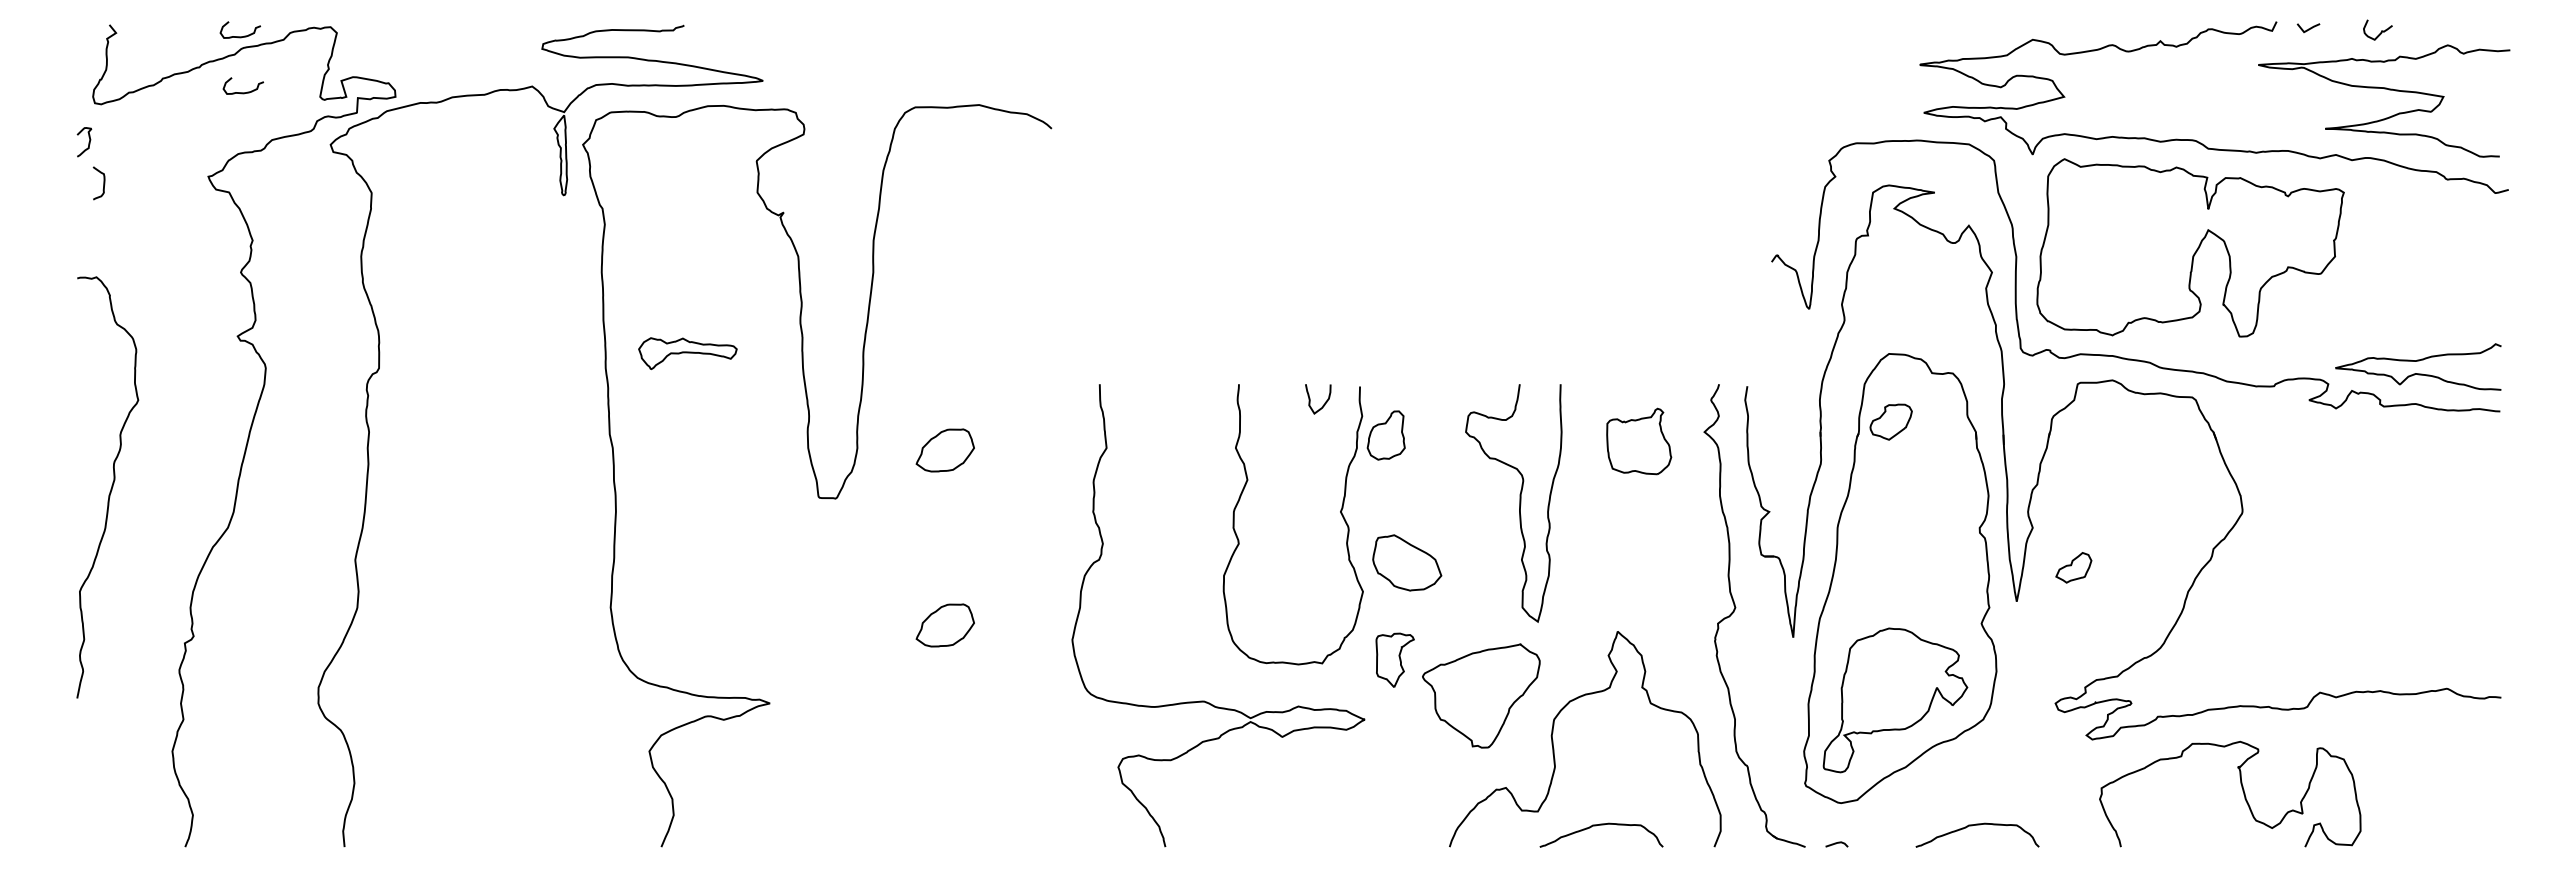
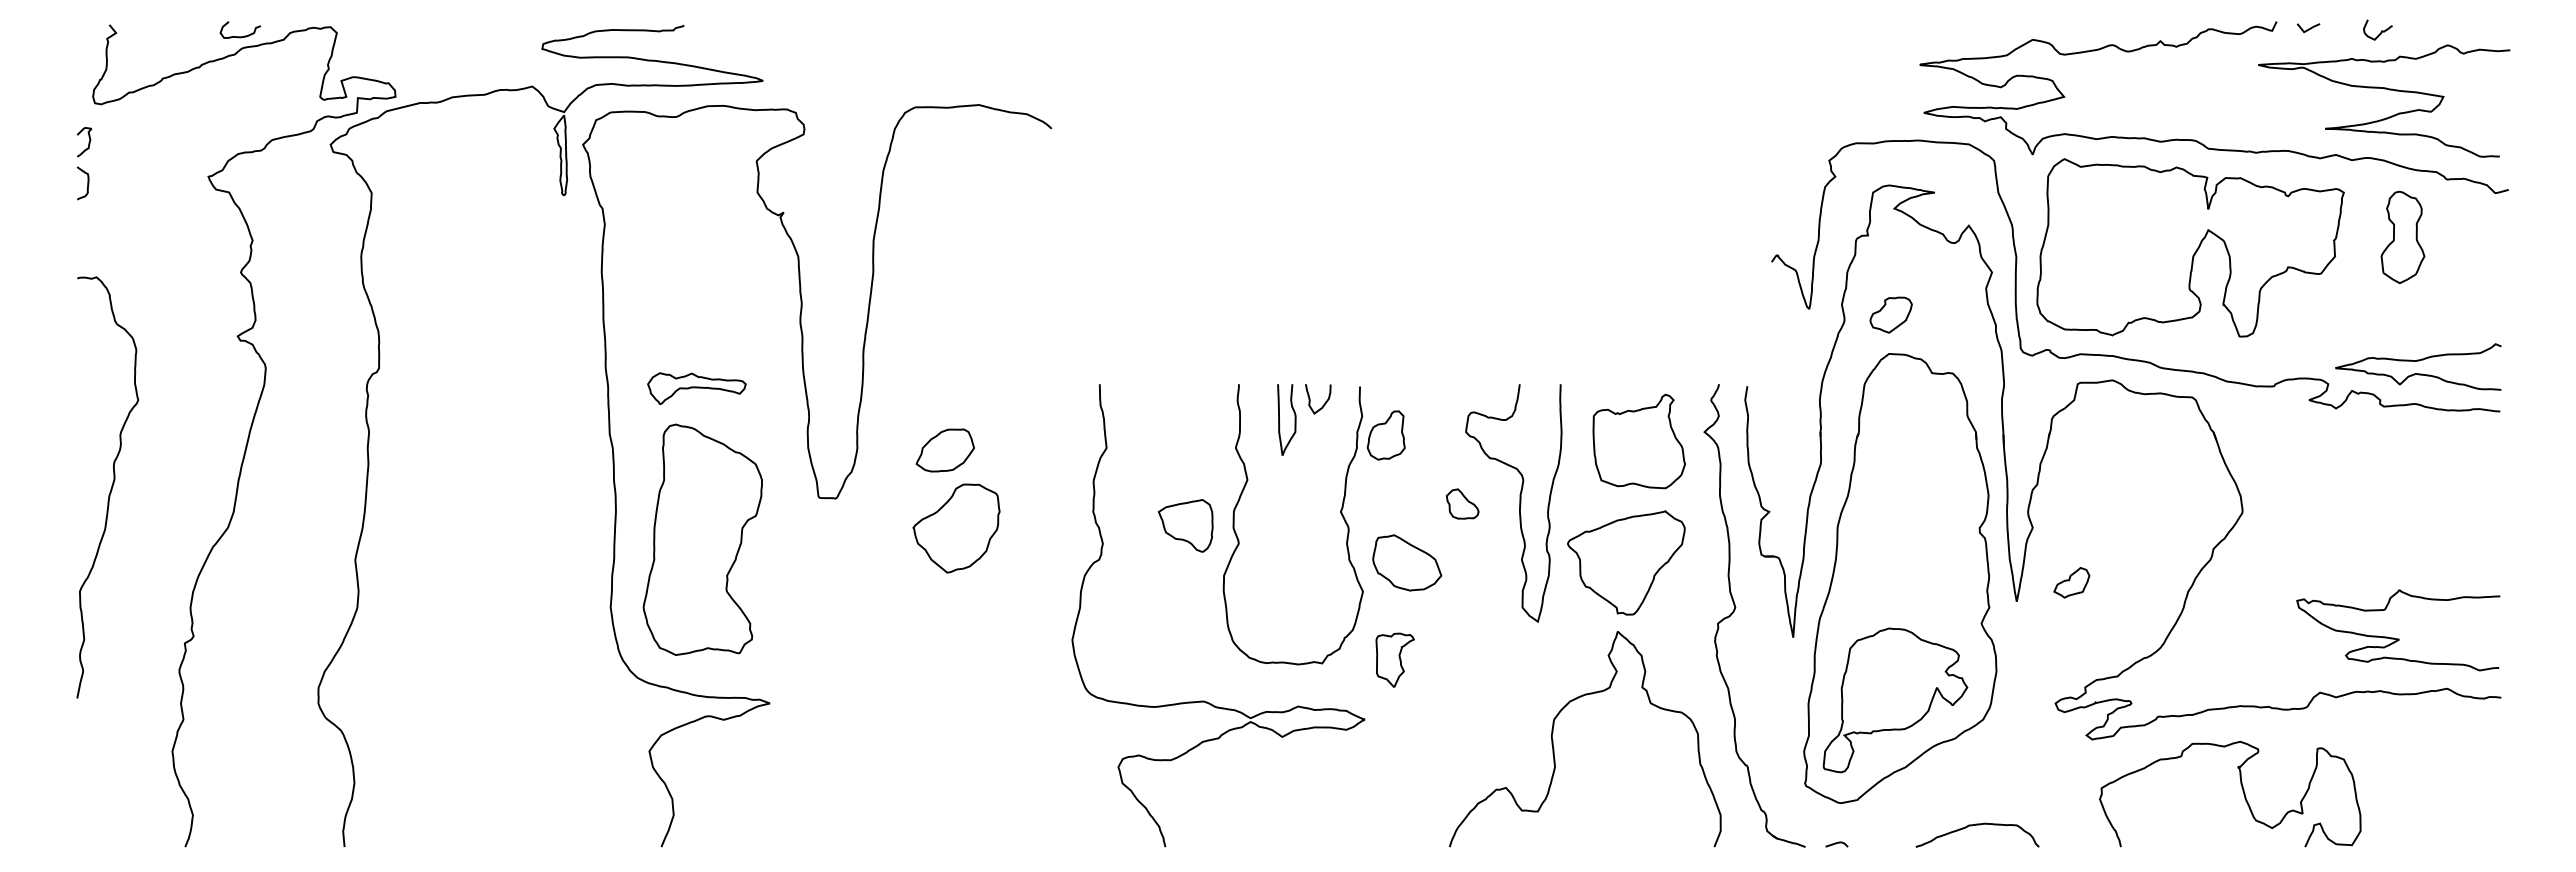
curve at (242, 92): present -> none
curve at (103, 183) position: (103, 183) -> (87, 183)
part at (2402, 236): none -> present
part at (687, 353) position: (687, 353) -> (696, 388)
curve at (1279, 419): none -> present
part at (1890, 421) position: (1890, 421) -> (1890, 314)
part at (1639, 441) size: 67x69 px -> 94x97 px
part at (1462, 503): none -> present
part at (1185, 525): none -> present
part at (956, 528): none -> present
part at (702, 539): none -> present
part at (2073, 567) position: (2073, 567) -> (2071, 582)
part at (944, 625): present -> none
curve at (2398, 638): none -> present
part at (1481, 695) position: (1481, 695) -> (1626, 562)
curve at (1601, 825): present -> none
